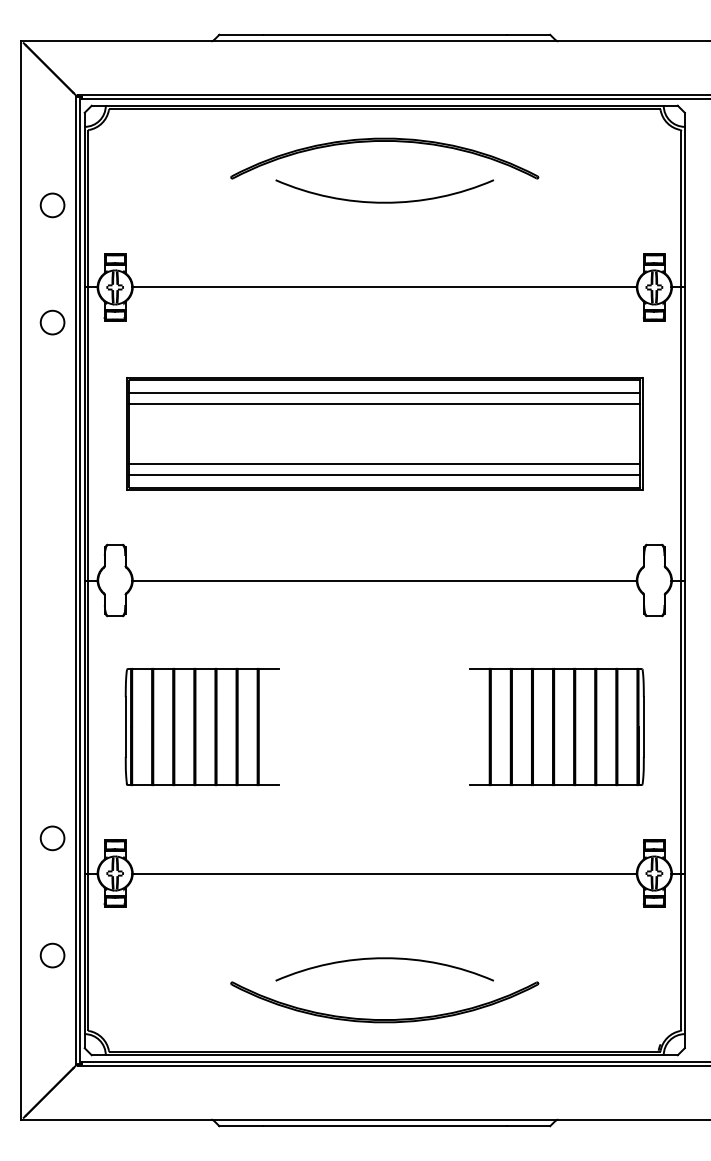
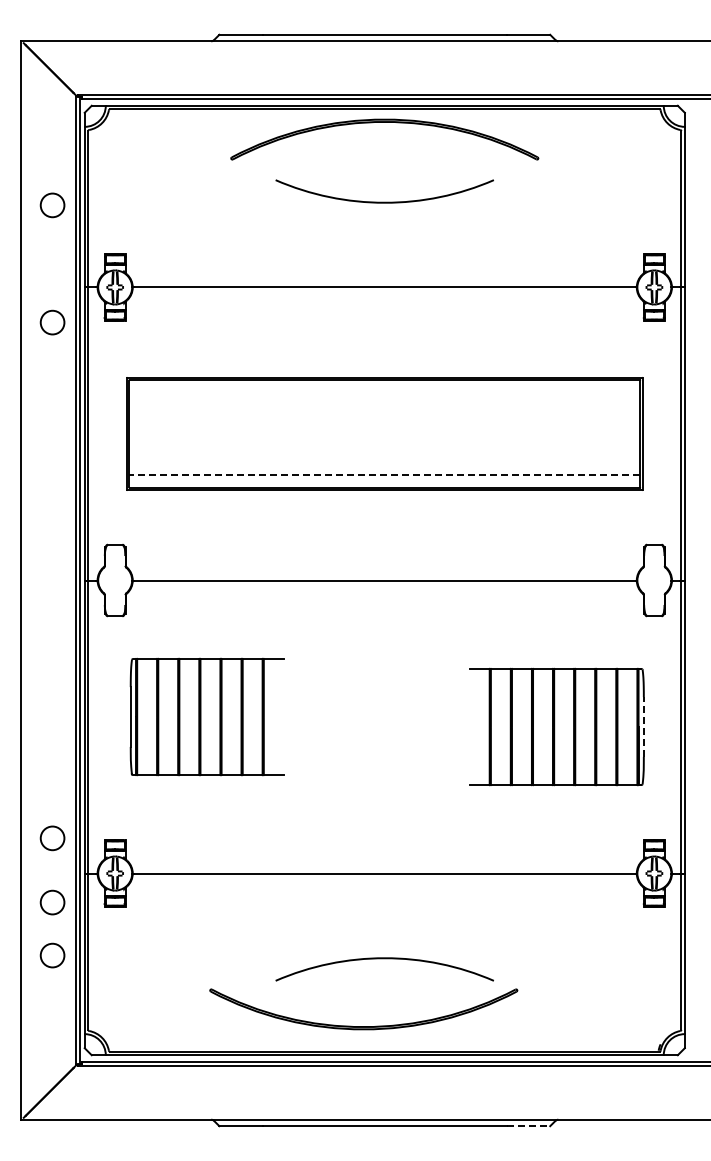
part at (384, 141) position: (384, 141) -> (384, 122)
line at (384, 392): present -> none
line at (384, 404): present -> none
line at (384, 463): present -> none
line at (384, 475): solid -> dashed
part at (201, 726) position: (201, 726) -> (206, 716)
line at (643, 727): solid -> dashed
circle at (52, 902): none -> present
part at (384, 1019) position: (384, 1019) -> (363, 1026)
line at (528, 1126): solid -> dashed
